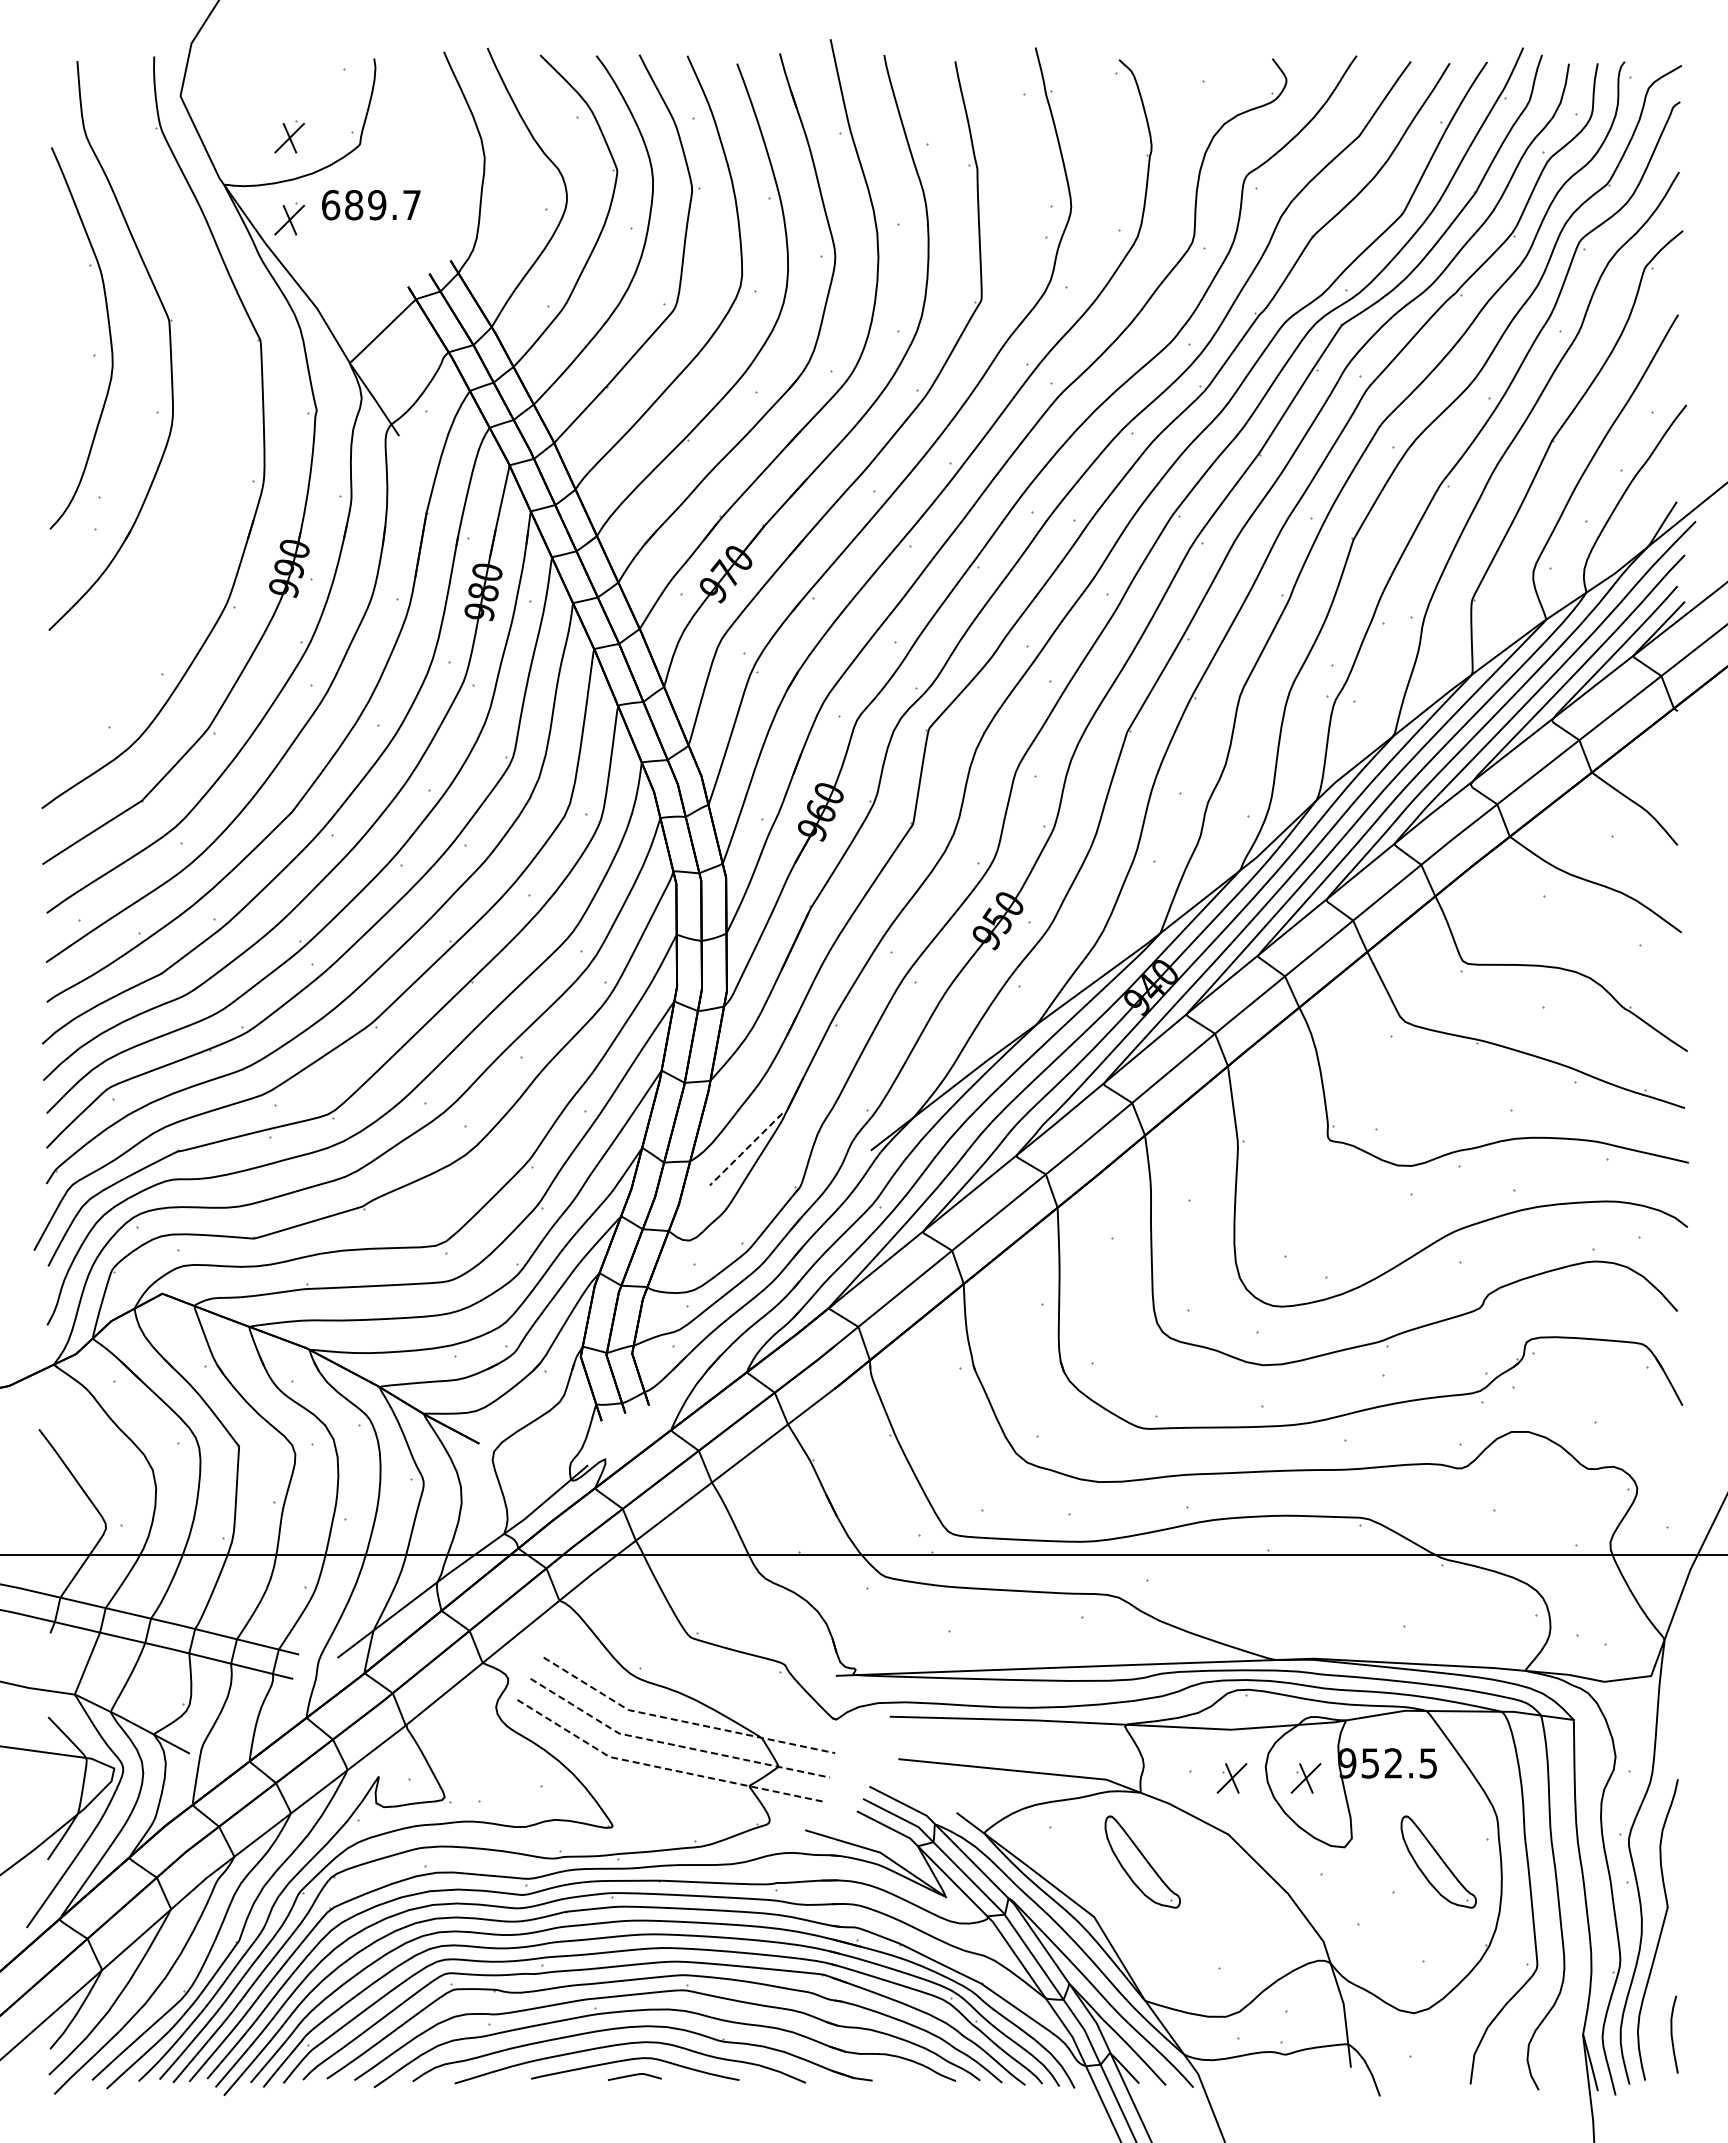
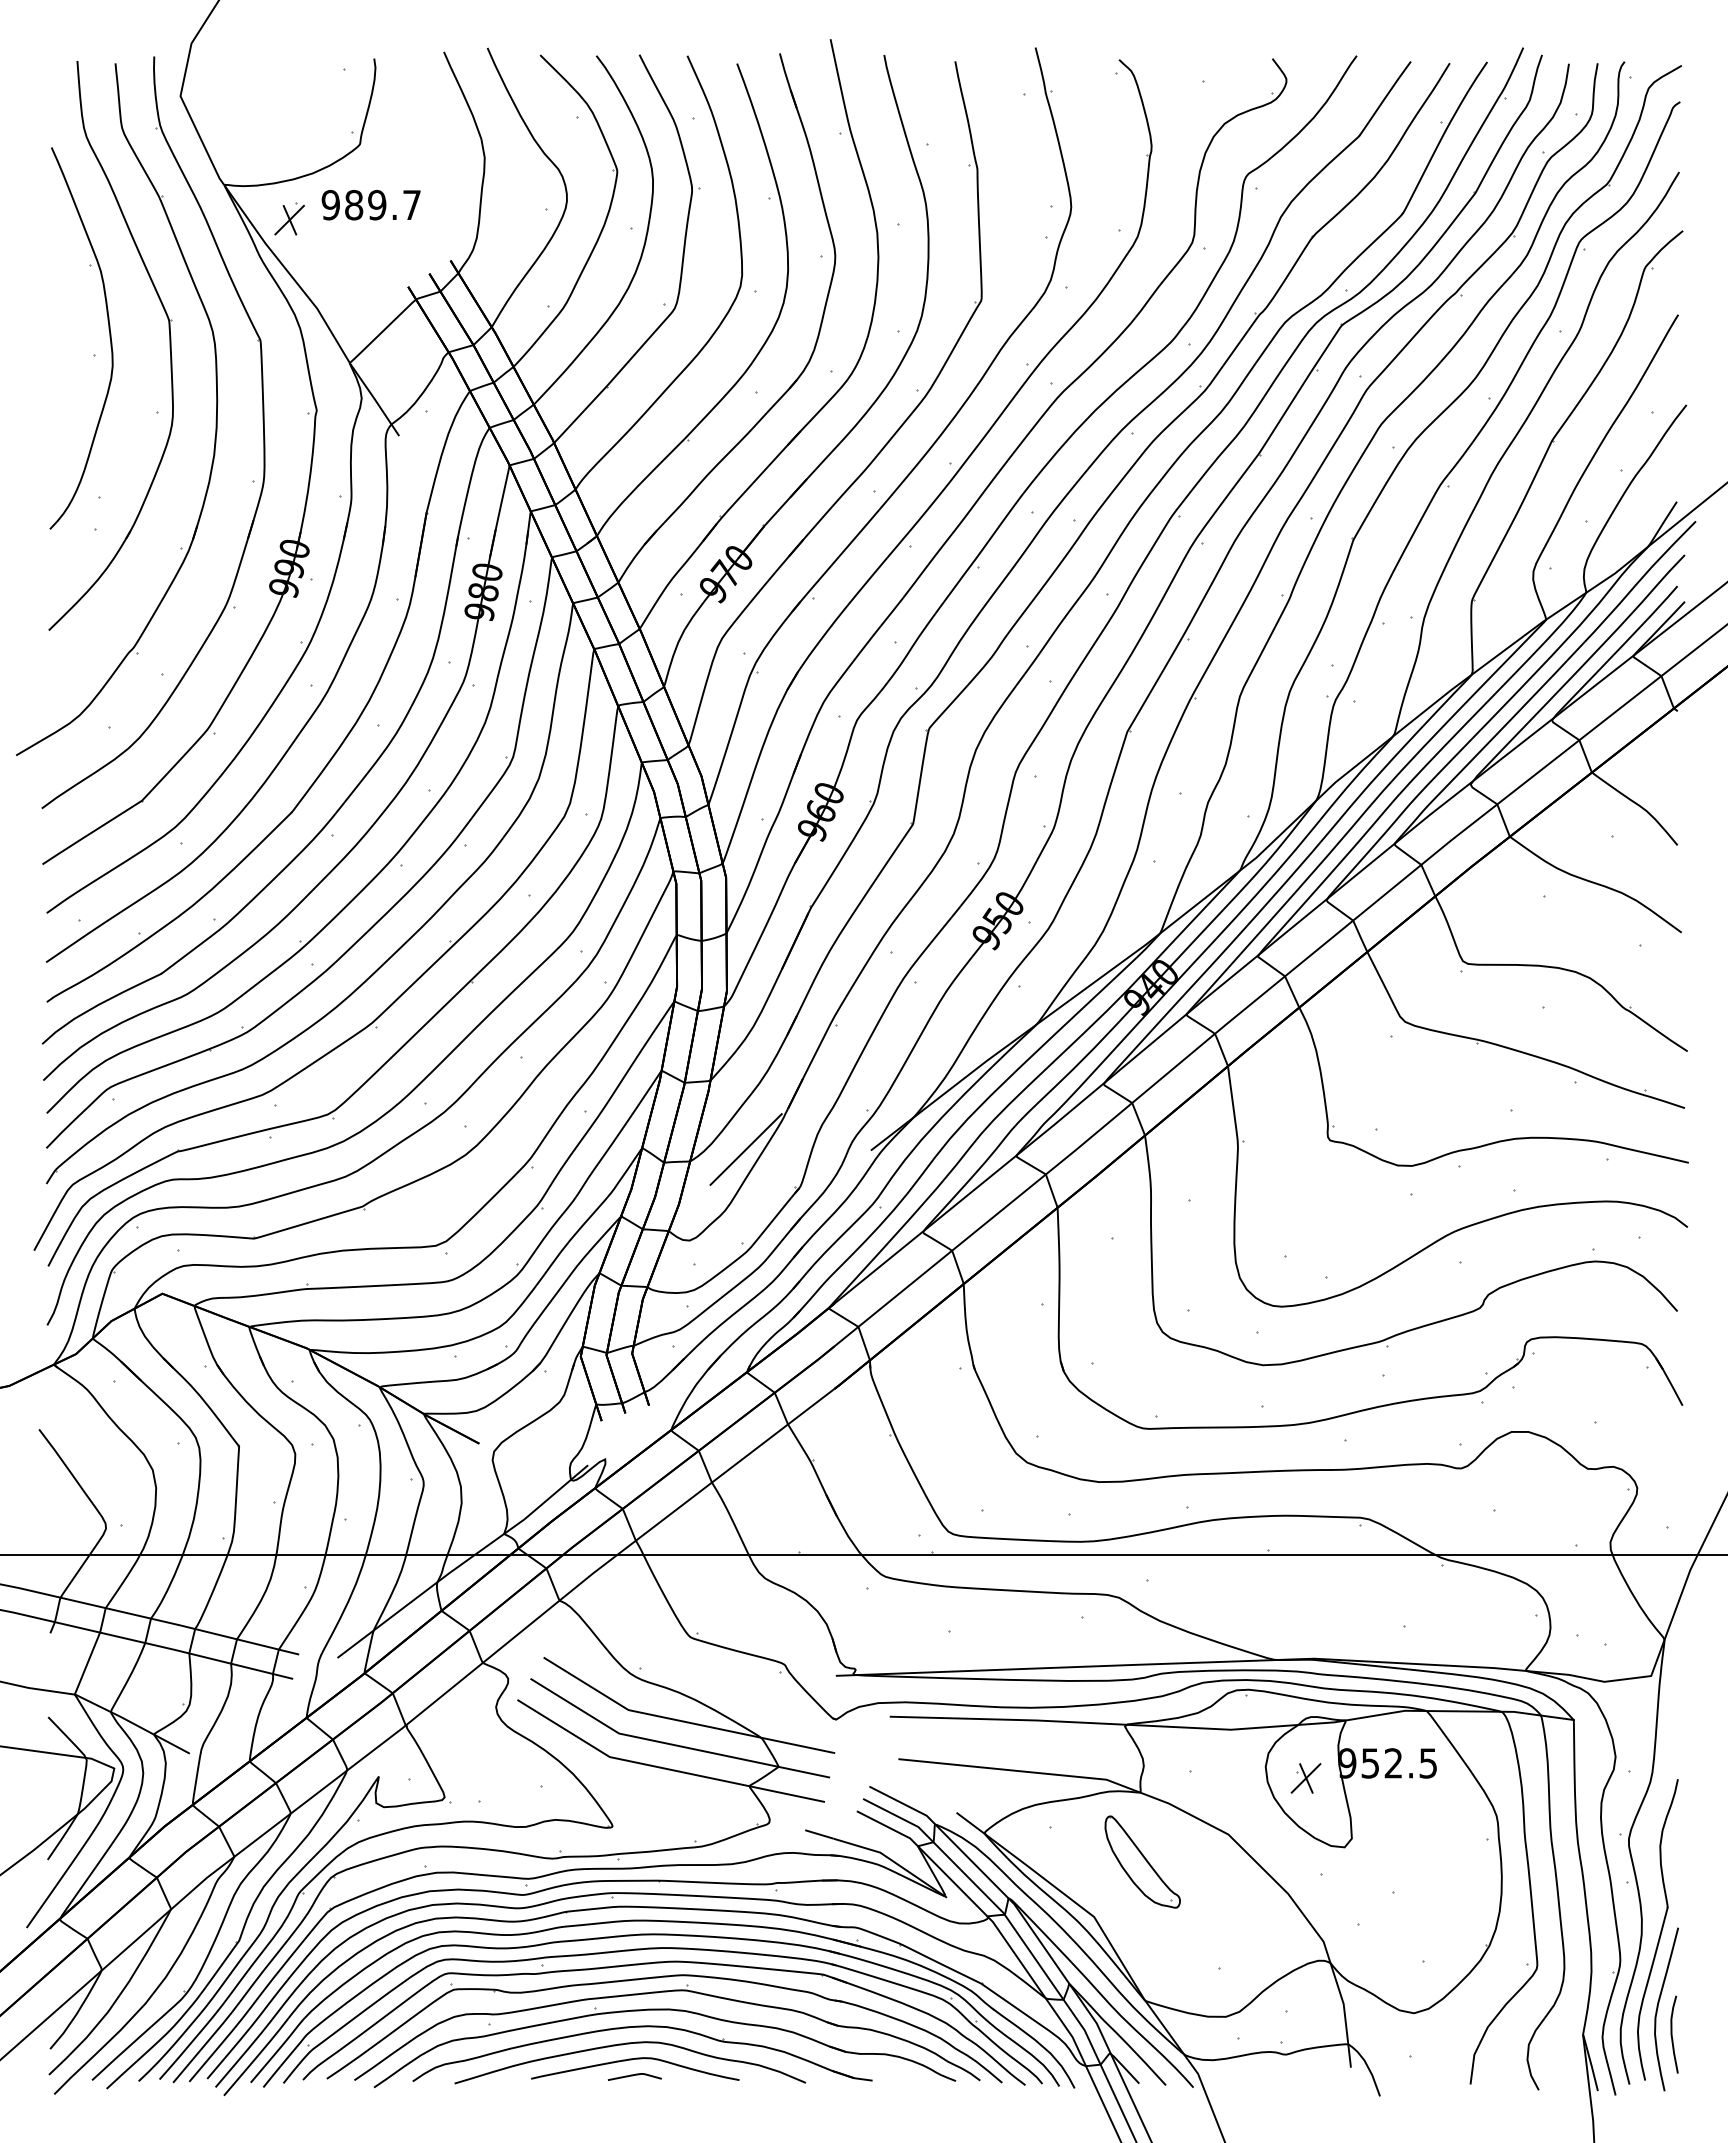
part at (289, 136): present -> none
text at (330, 204): 689.7 -> 989.7
part at (215, 419): none -> present
line at (745, 1149): dashed -> solid
line at (682, 1721): dashed -> solid
line at (672, 1744): dashed -> solid
line at (663, 1768): dashed -> solid
part at (1231, 1778): present -> none
part at (1438, 1861): present -> none
curve at (1658, 2008): none -> present
